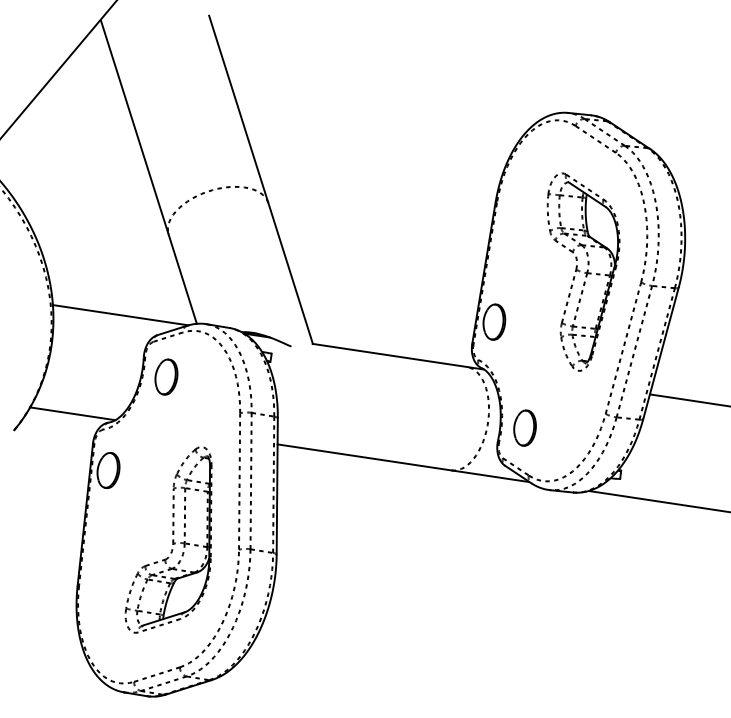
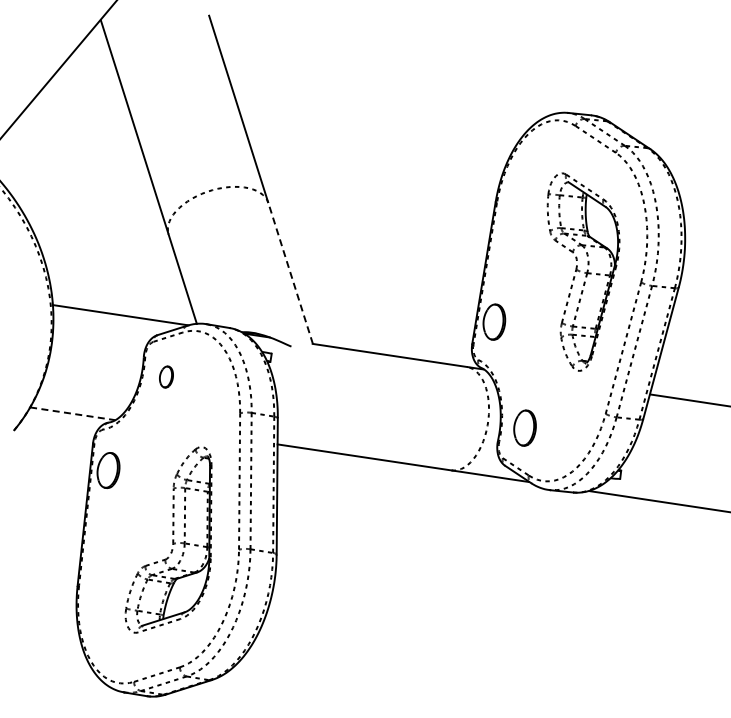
line at (290, 273): solid -> dashed
part at (166, 376) size: 25x38 px -> 15x24 px
line at (73, 413): solid -> dashed
